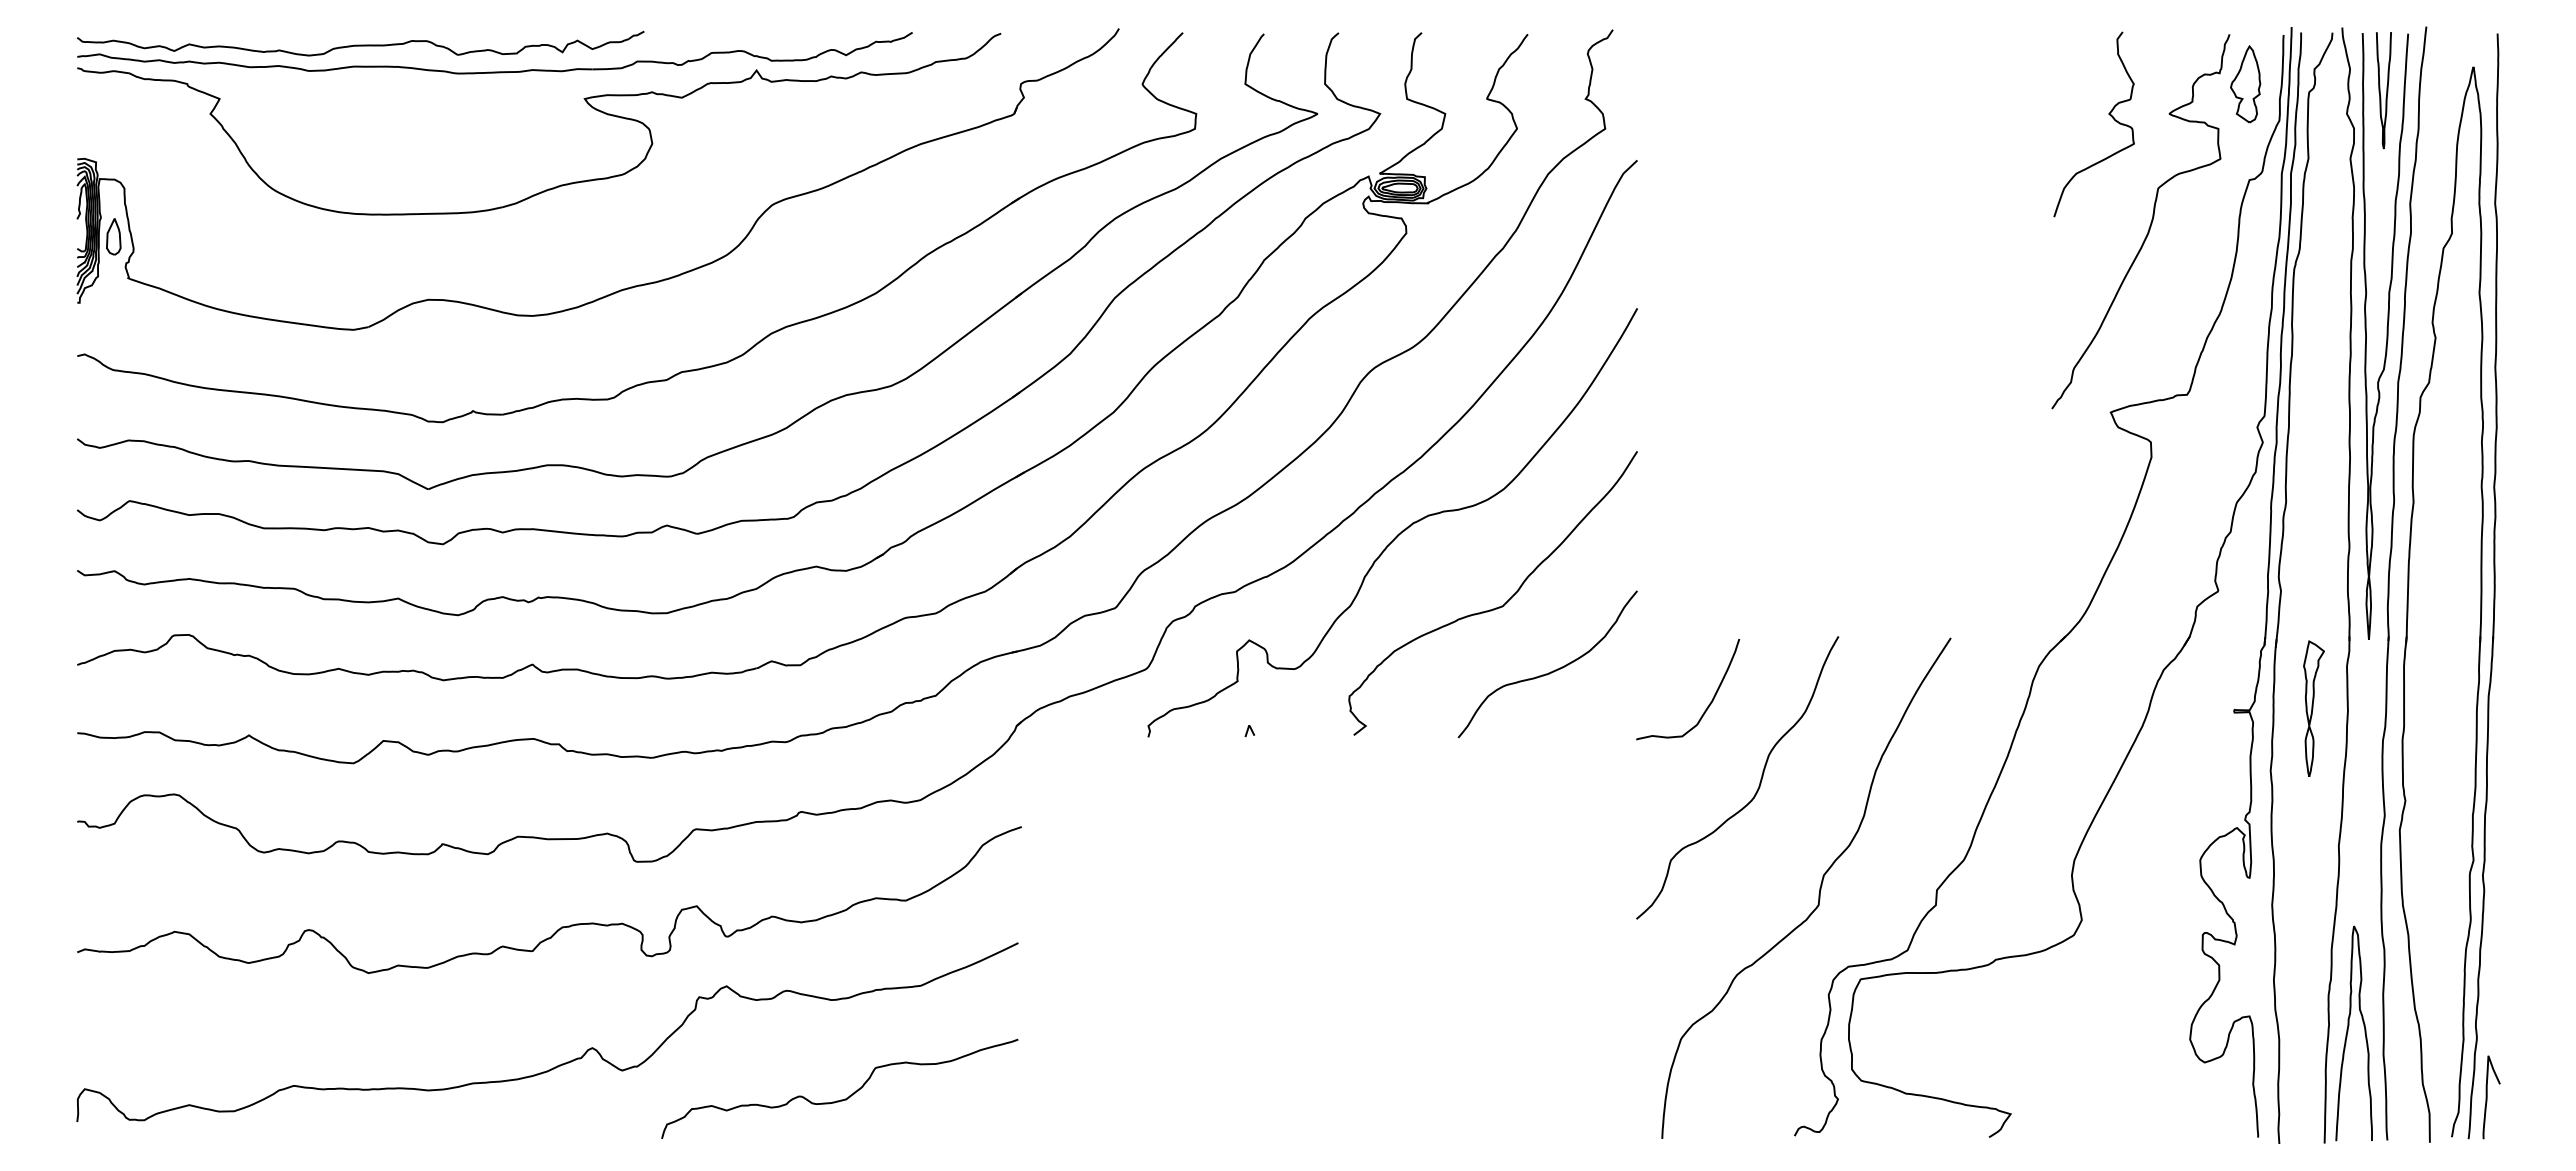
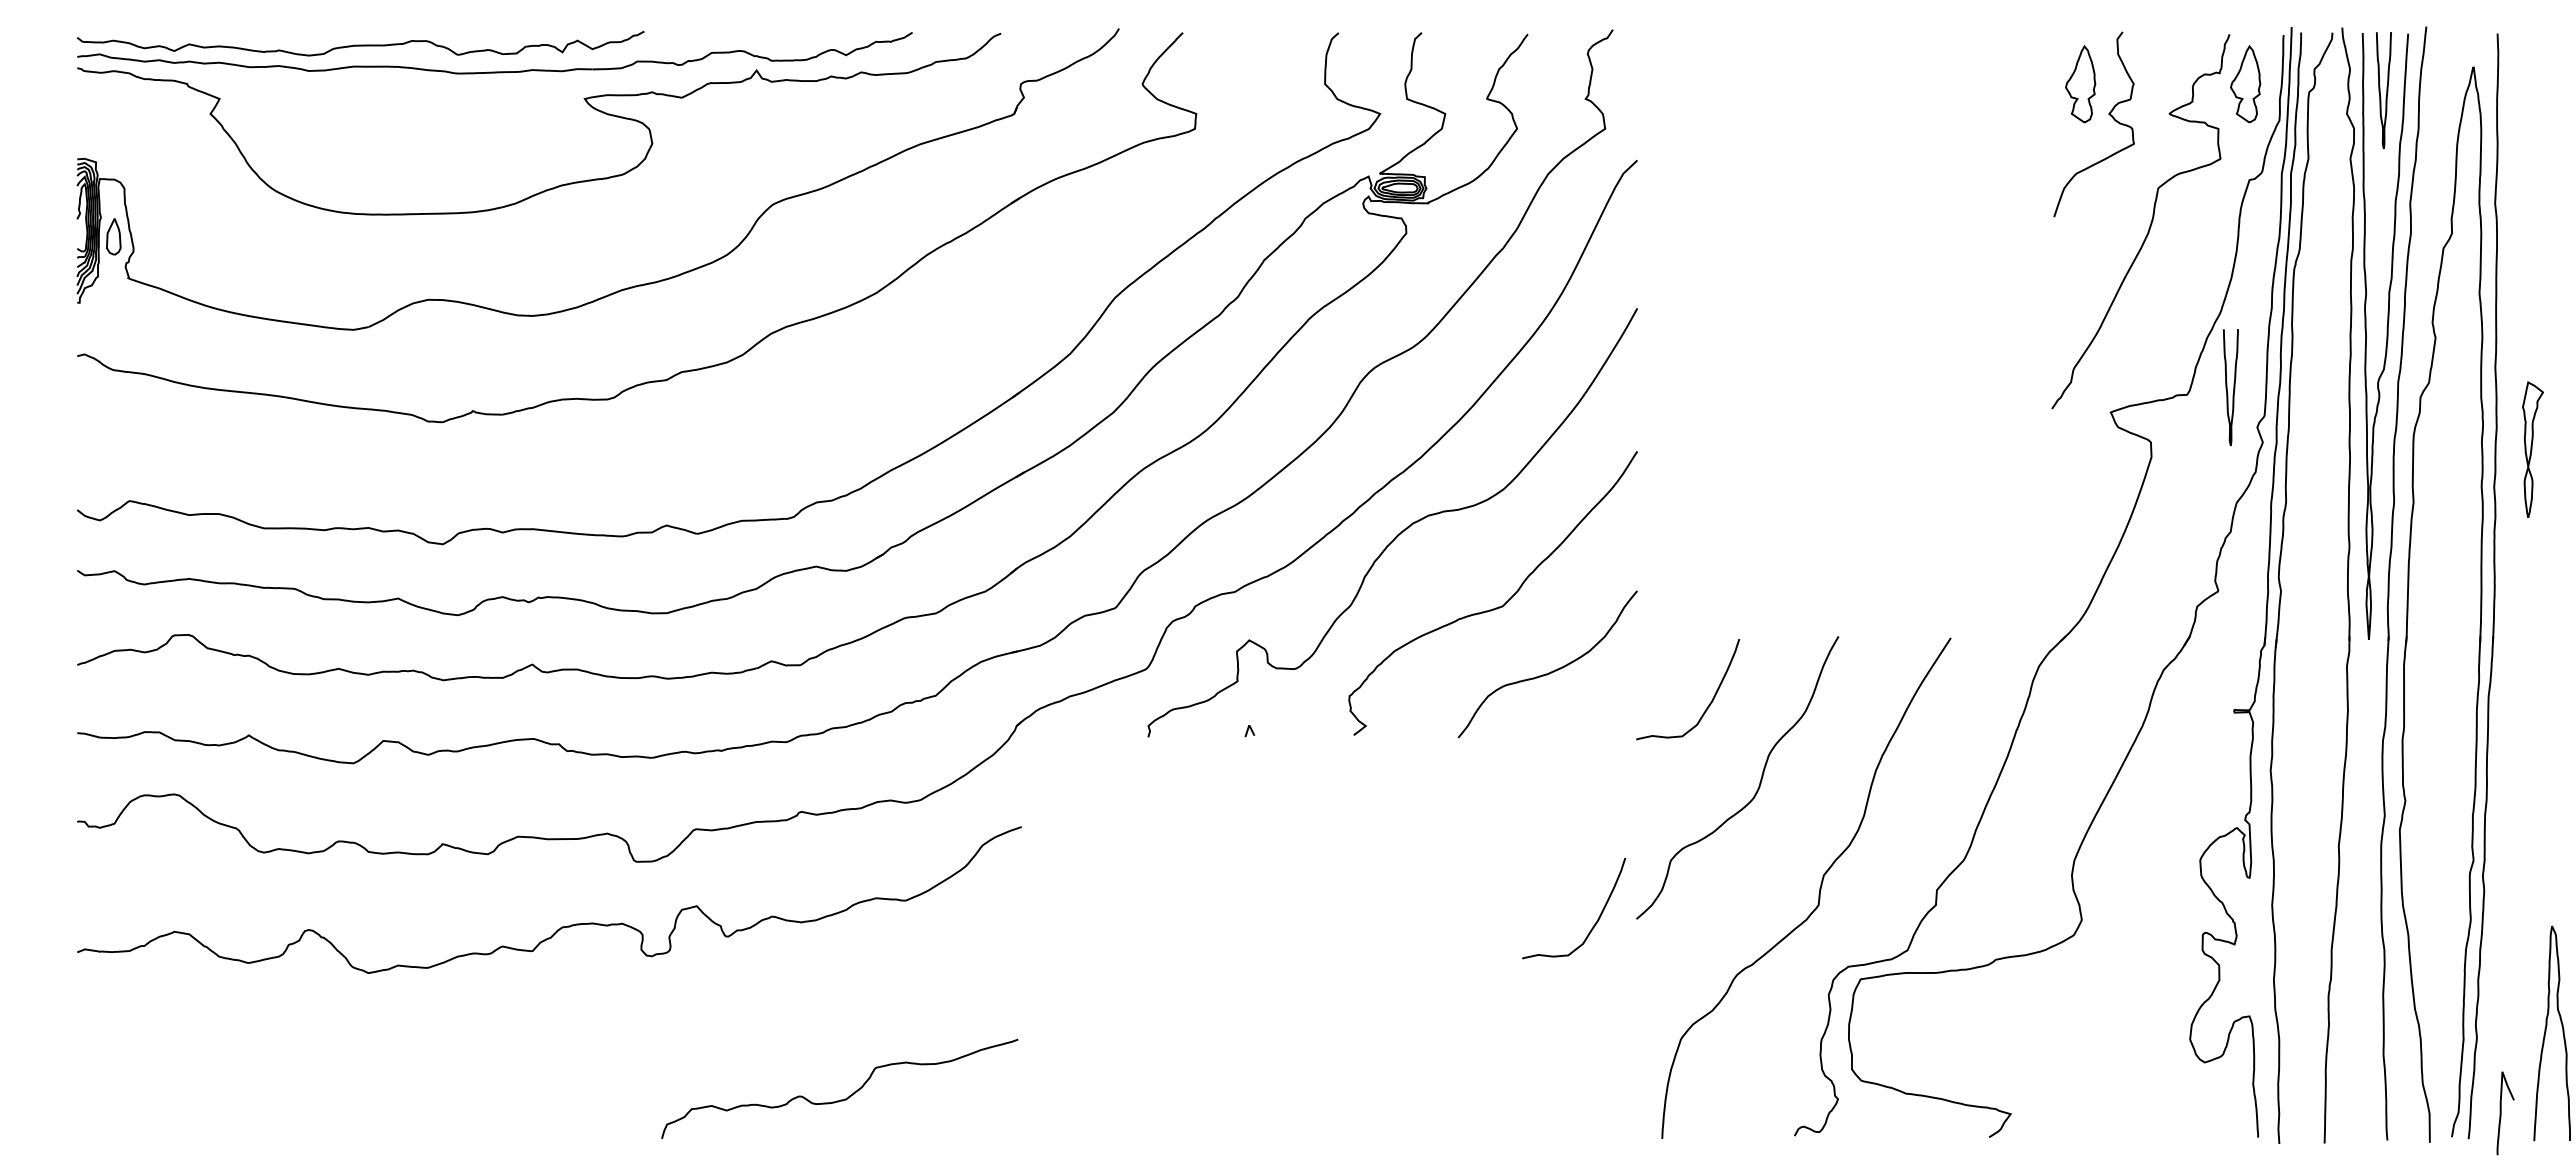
part at (2080, 84): none -> present
curve at (2227, 387): none -> present
part at (801, 416): present -> none
part at (2313, 708) position: (2313, 708) -> (2532, 449)
curve at (1595, 922): none -> present
curve at (2348, 1032) position: (2348, 1032) -> (2546, 1032)
curve at (559, 1064): present -> none
curve at (2487, 1097) position: (2487, 1097) -> (2501, 1113)
